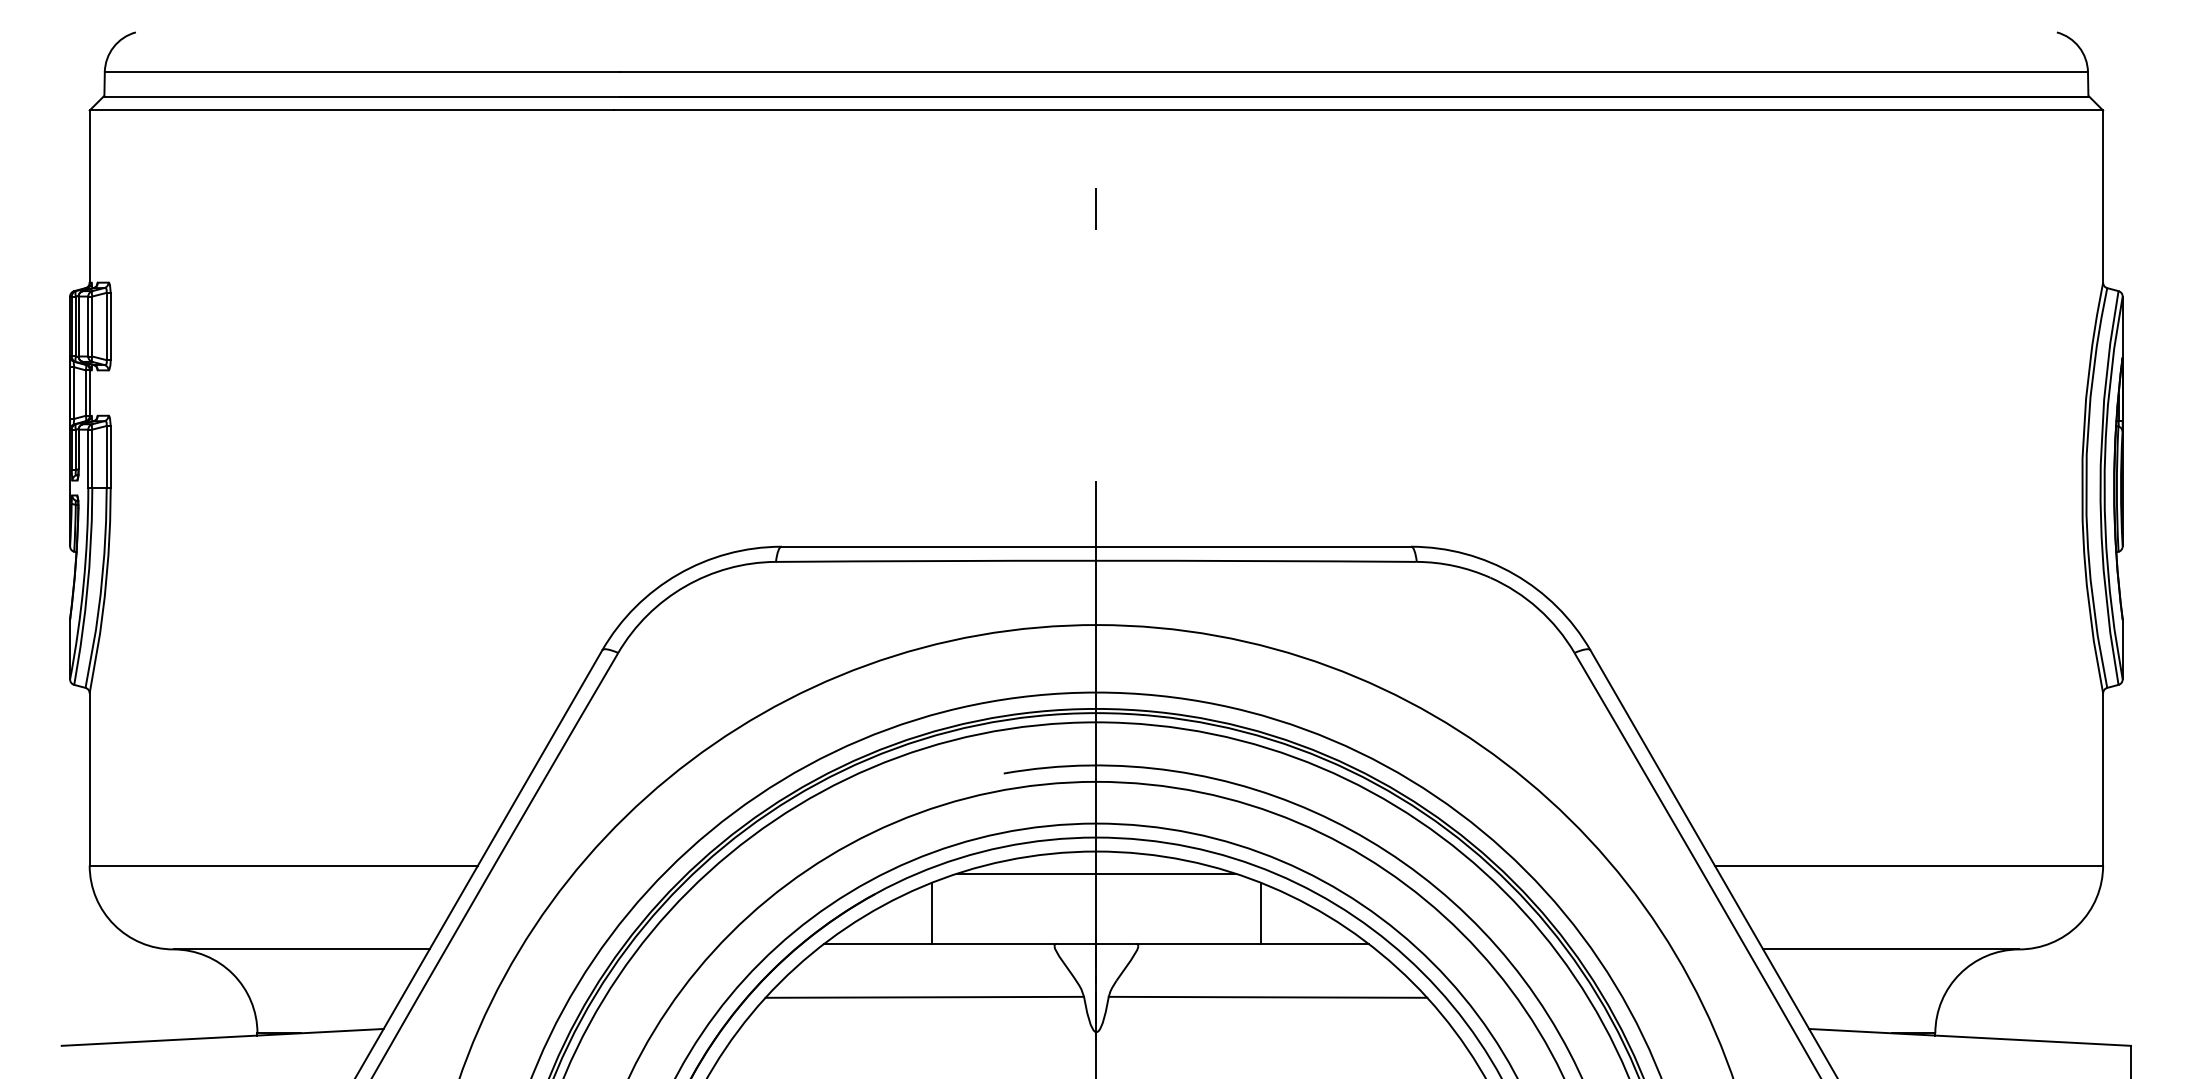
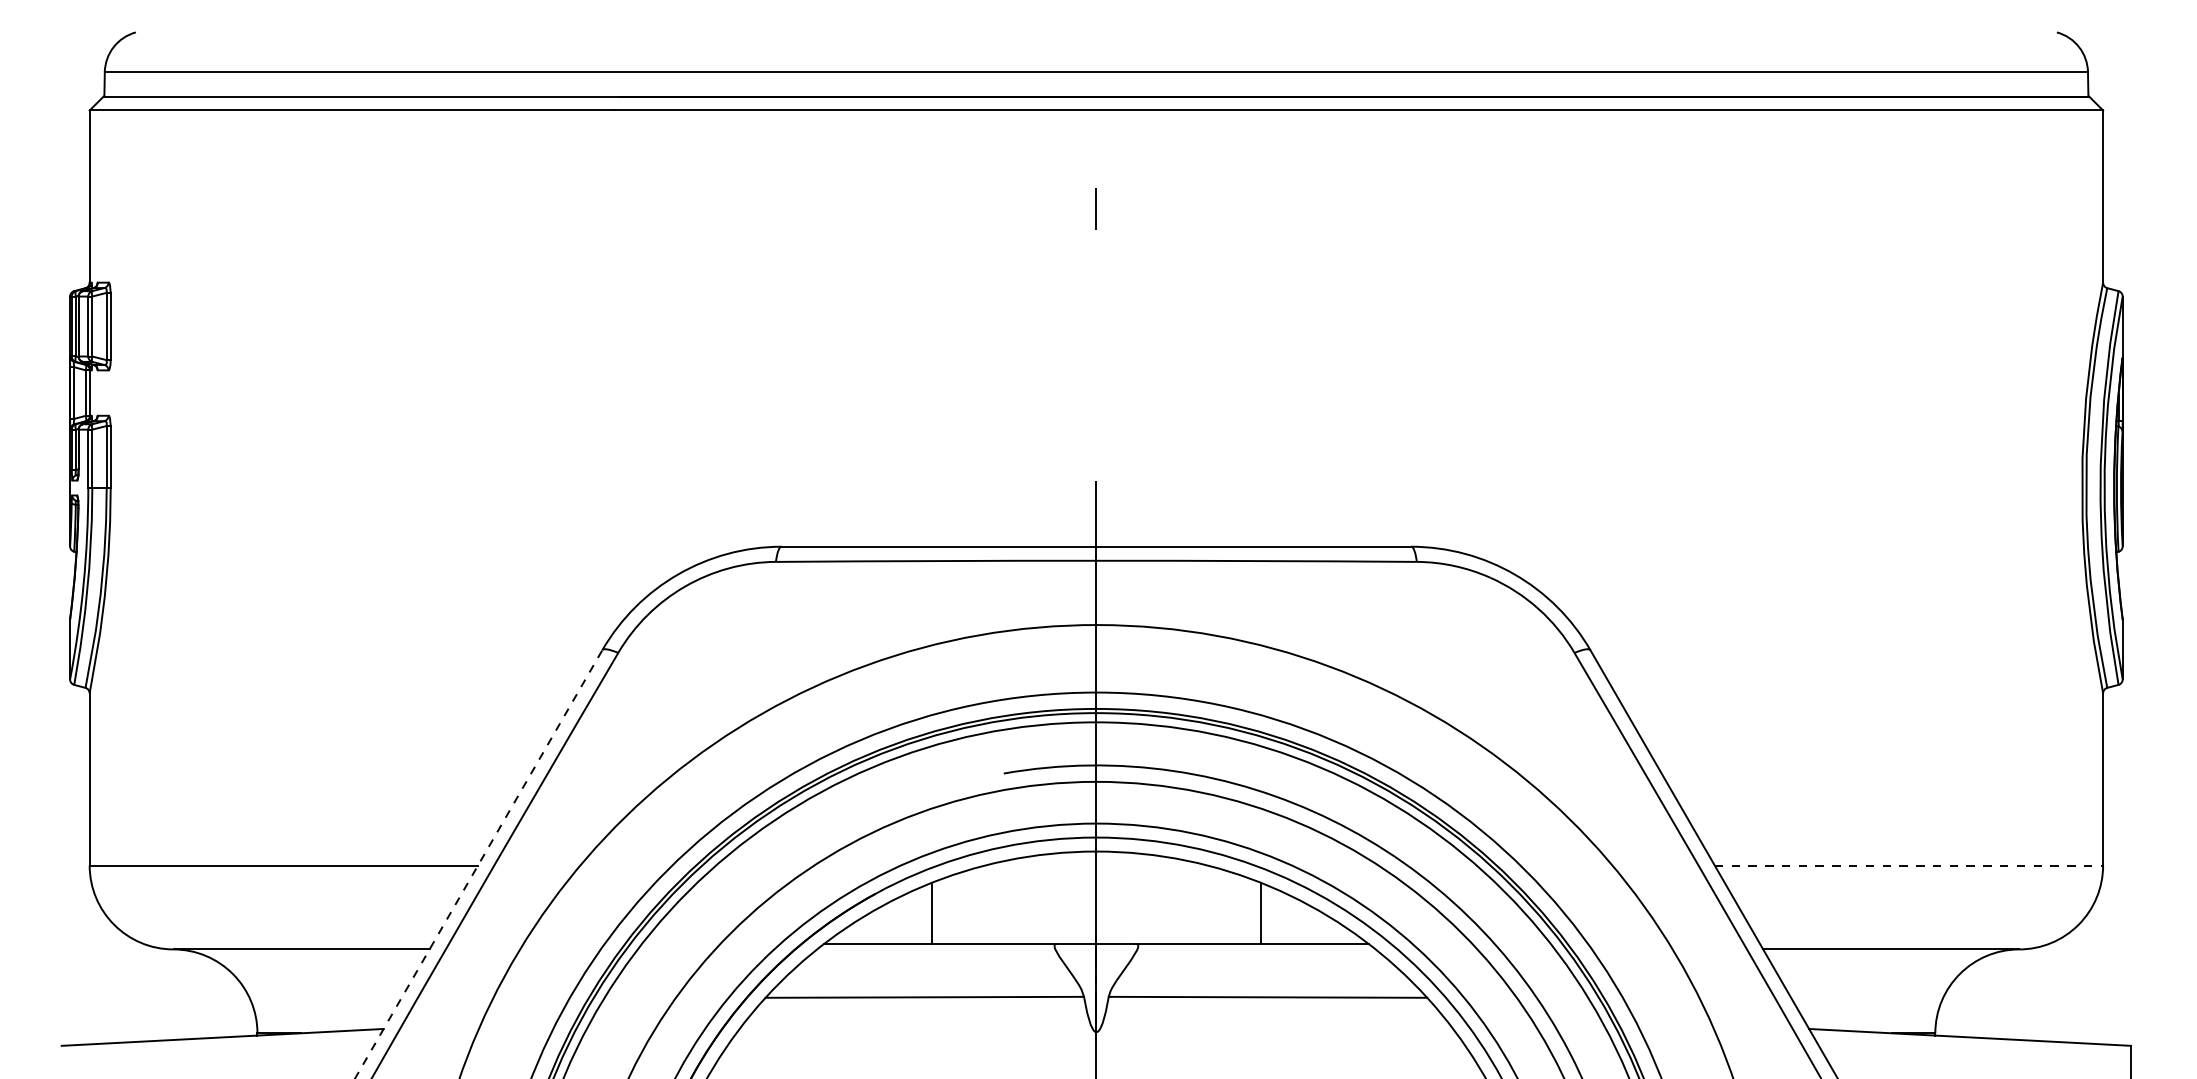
line at (478, 864): solid -> dashed
line at (1909, 865): solid -> dashed
line at (1096, 873): present -> none
